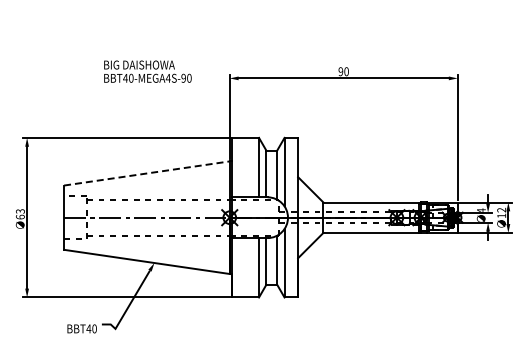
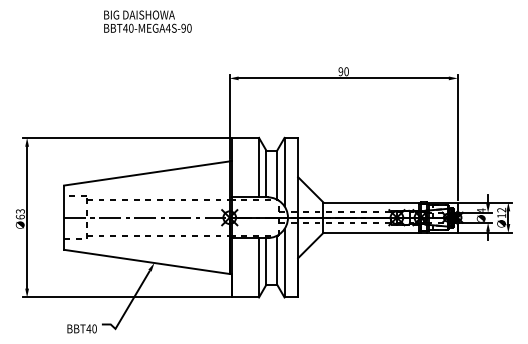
text at (147, 71) position: (147, 71) -> (147, 21)
line at (146, 173): dashed -> solid
